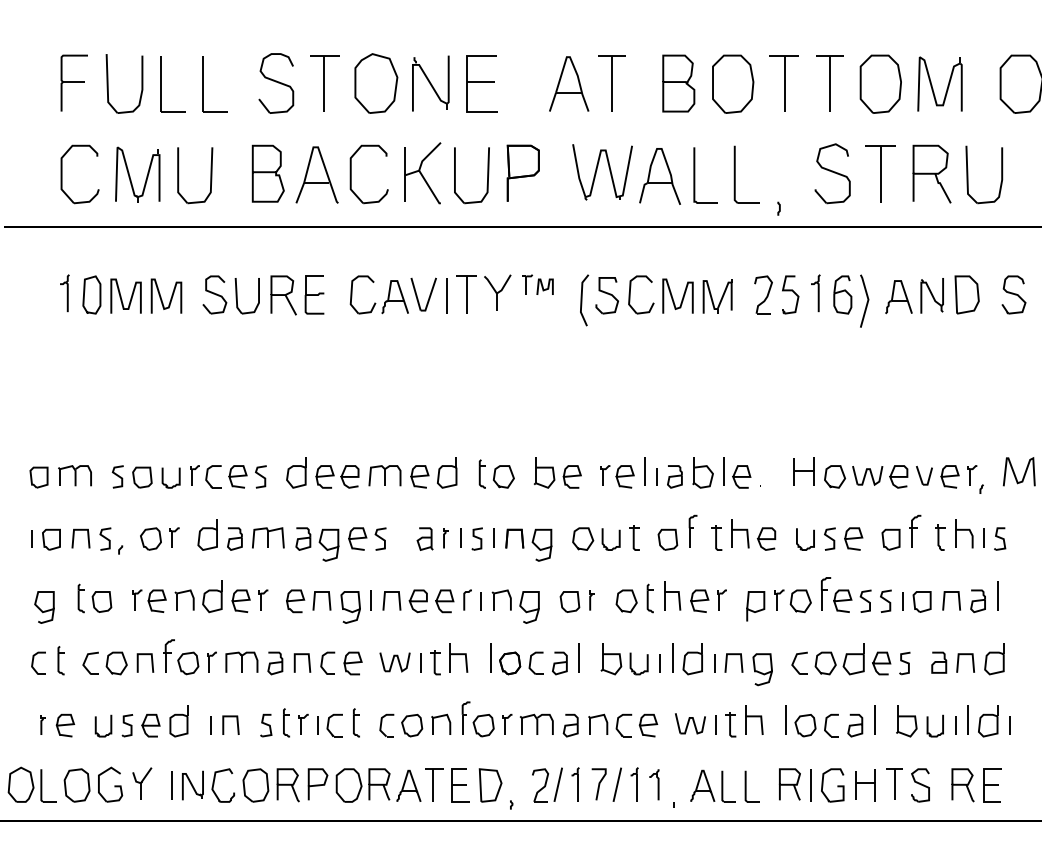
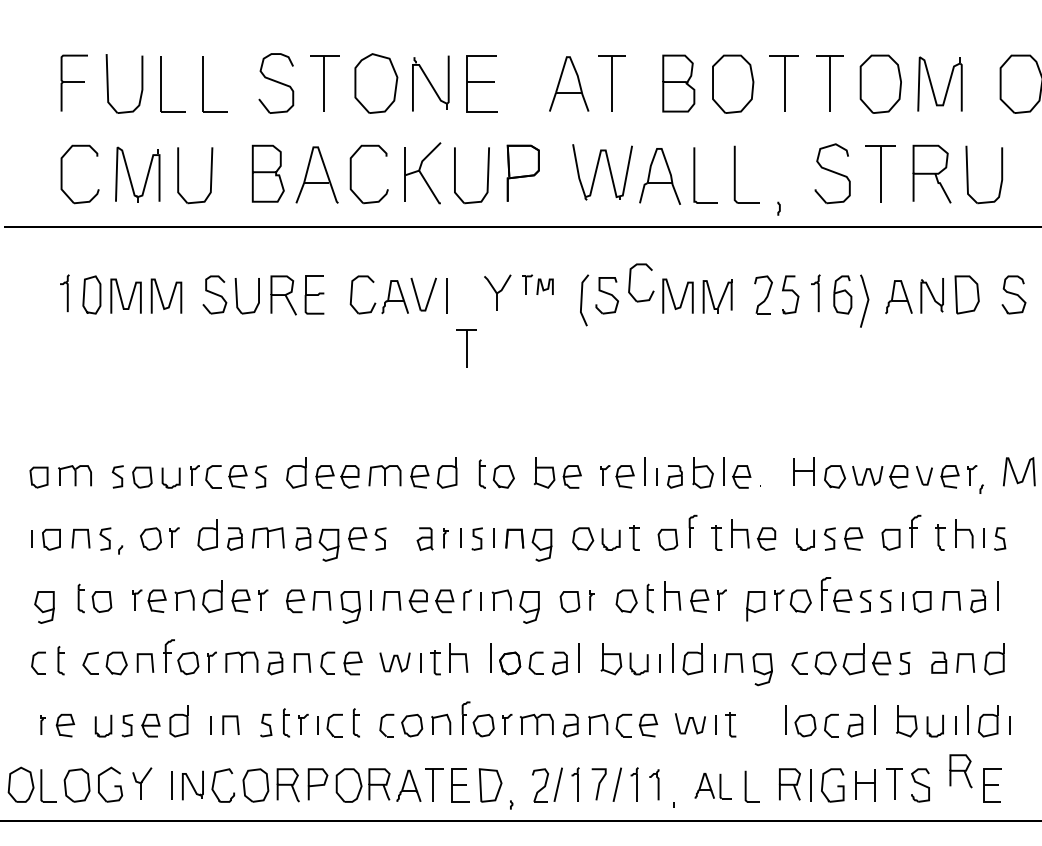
part at (466, 294) position: (466, 294) -> (466, 348)
part at (630, 294) position: (630, 294) -> (630, 282)
part at (754, 719): present -> none
part at (712, 785) size: 46x34 px -> 38x28 px
part at (962, 785) position: (962, 785) -> (960, 771)
